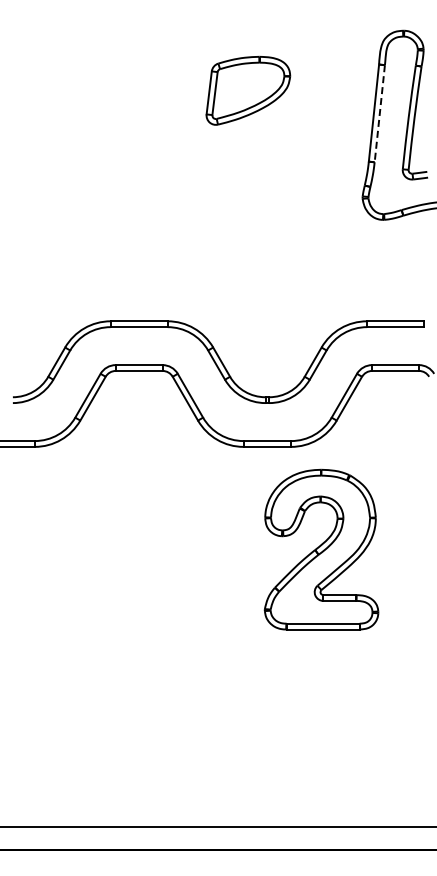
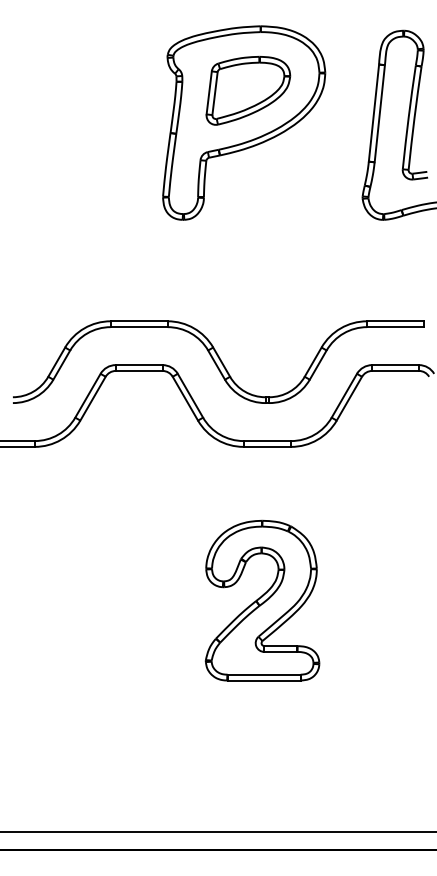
line at (379, 113): dashed -> solid
part at (244, 122): none -> present
part at (321, 549) position: (321, 549) -> (262, 600)
line at (217, 827) position: (217, 827) -> (217, 832)
